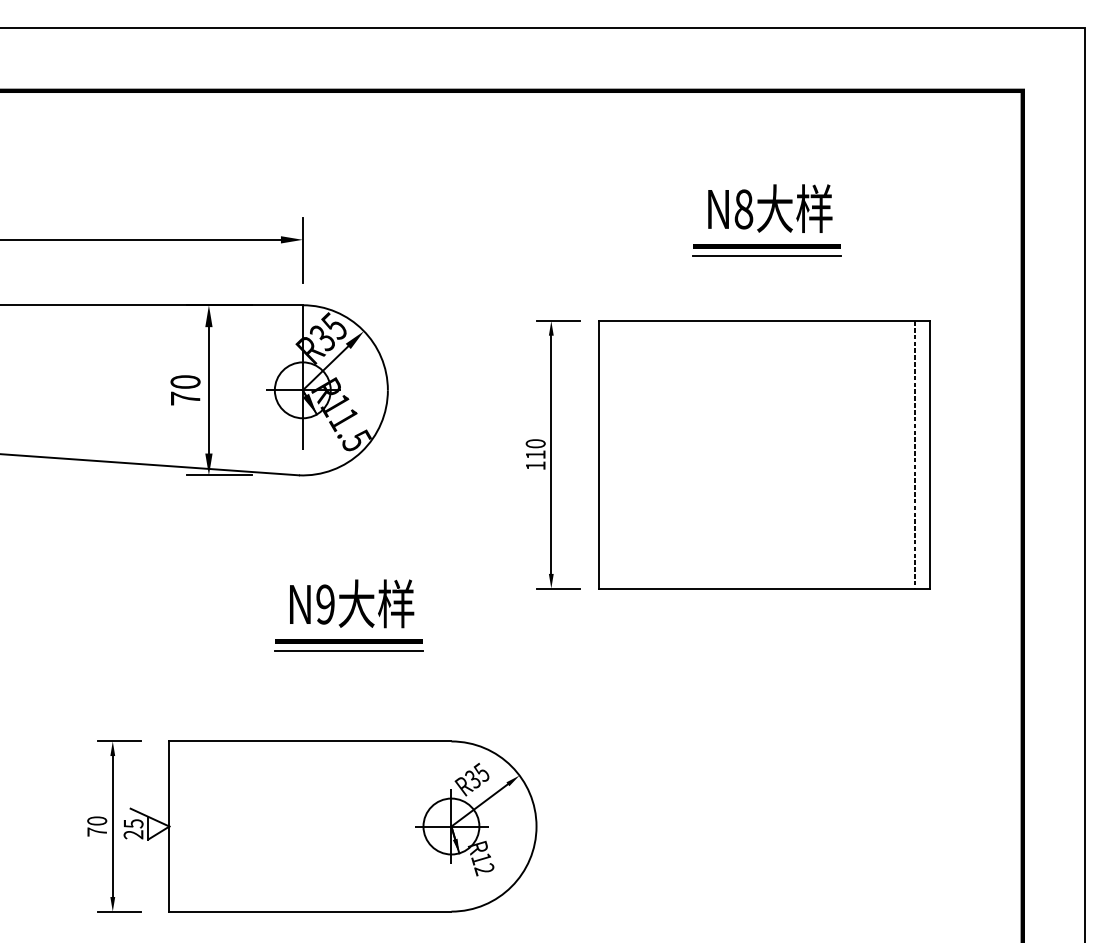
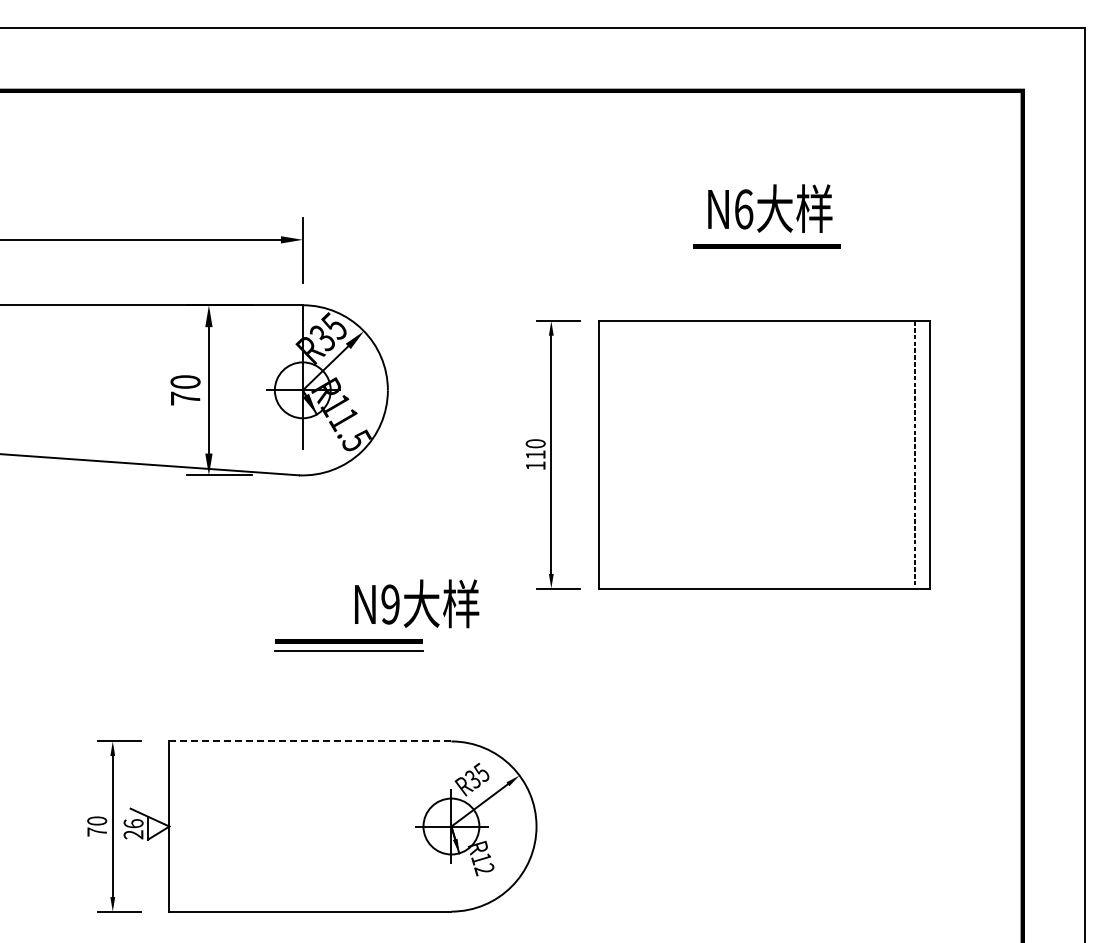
text at (743, 209): N8 -> N6
line at (766, 255): present -> none
text at (352, 603) position: (352, 603) -> (417, 603)
line at (310, 741): solid -> dashed
text at (133, 823): 25 -> 26
